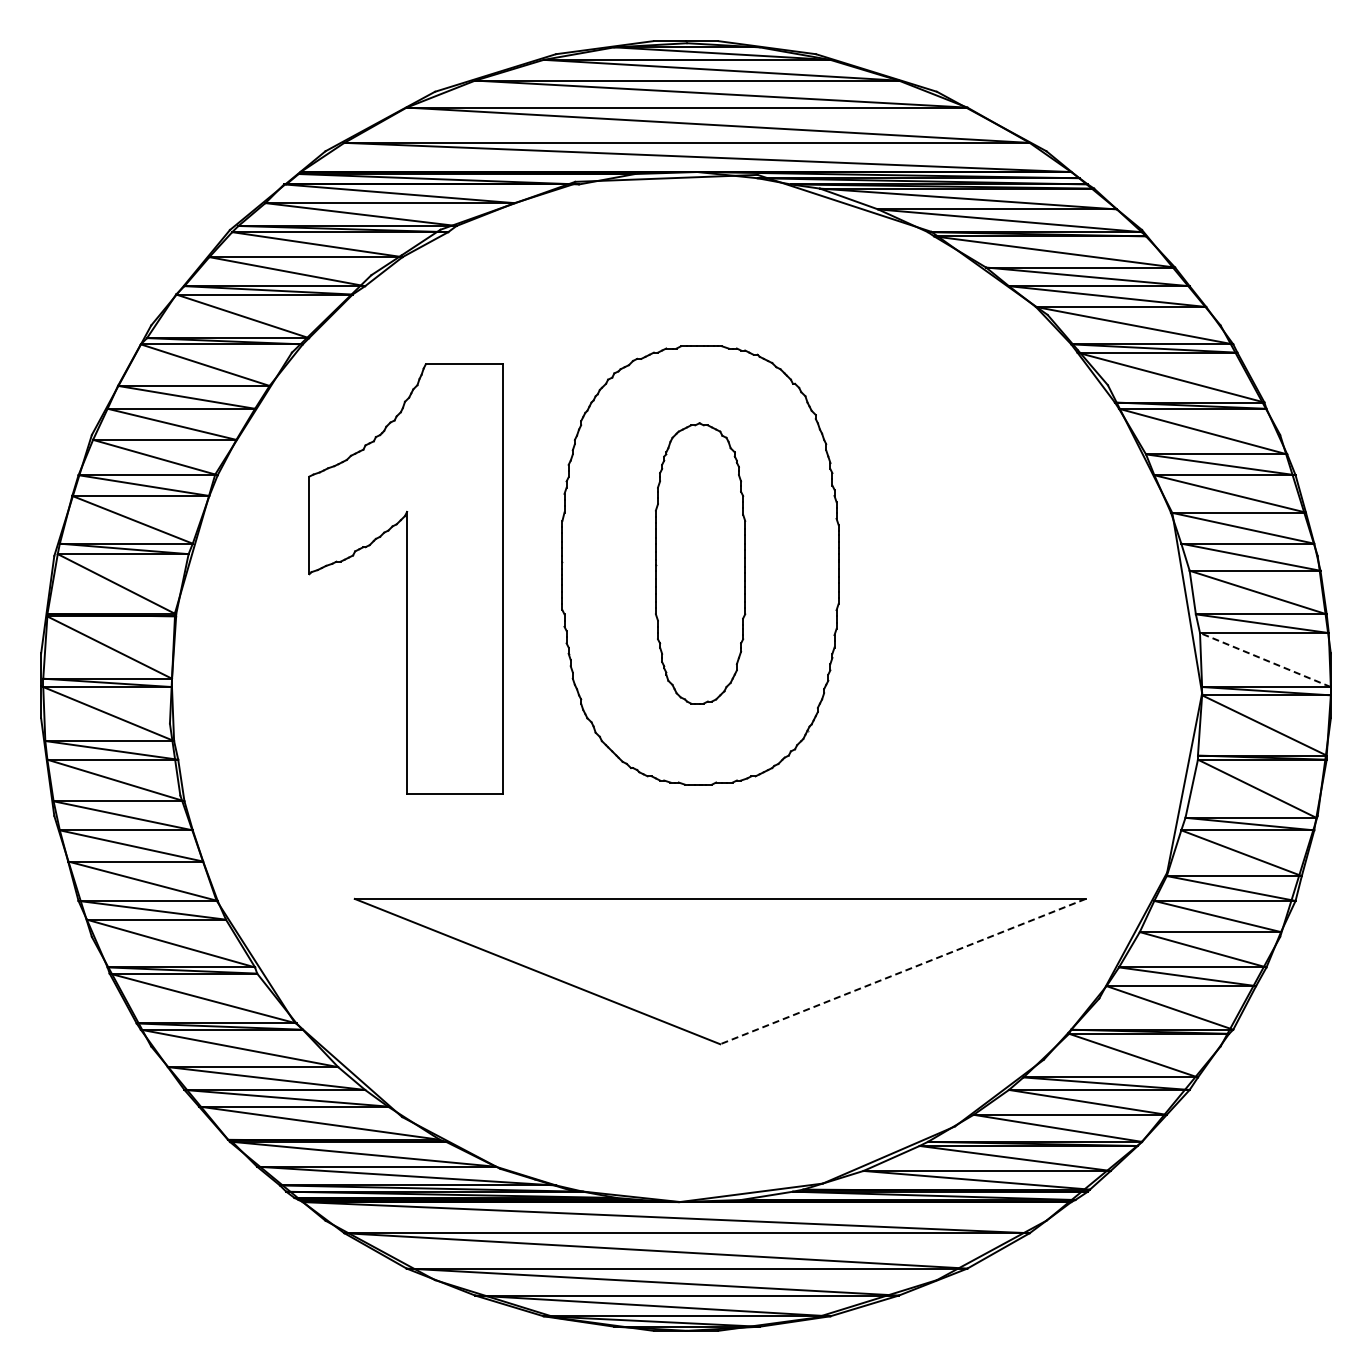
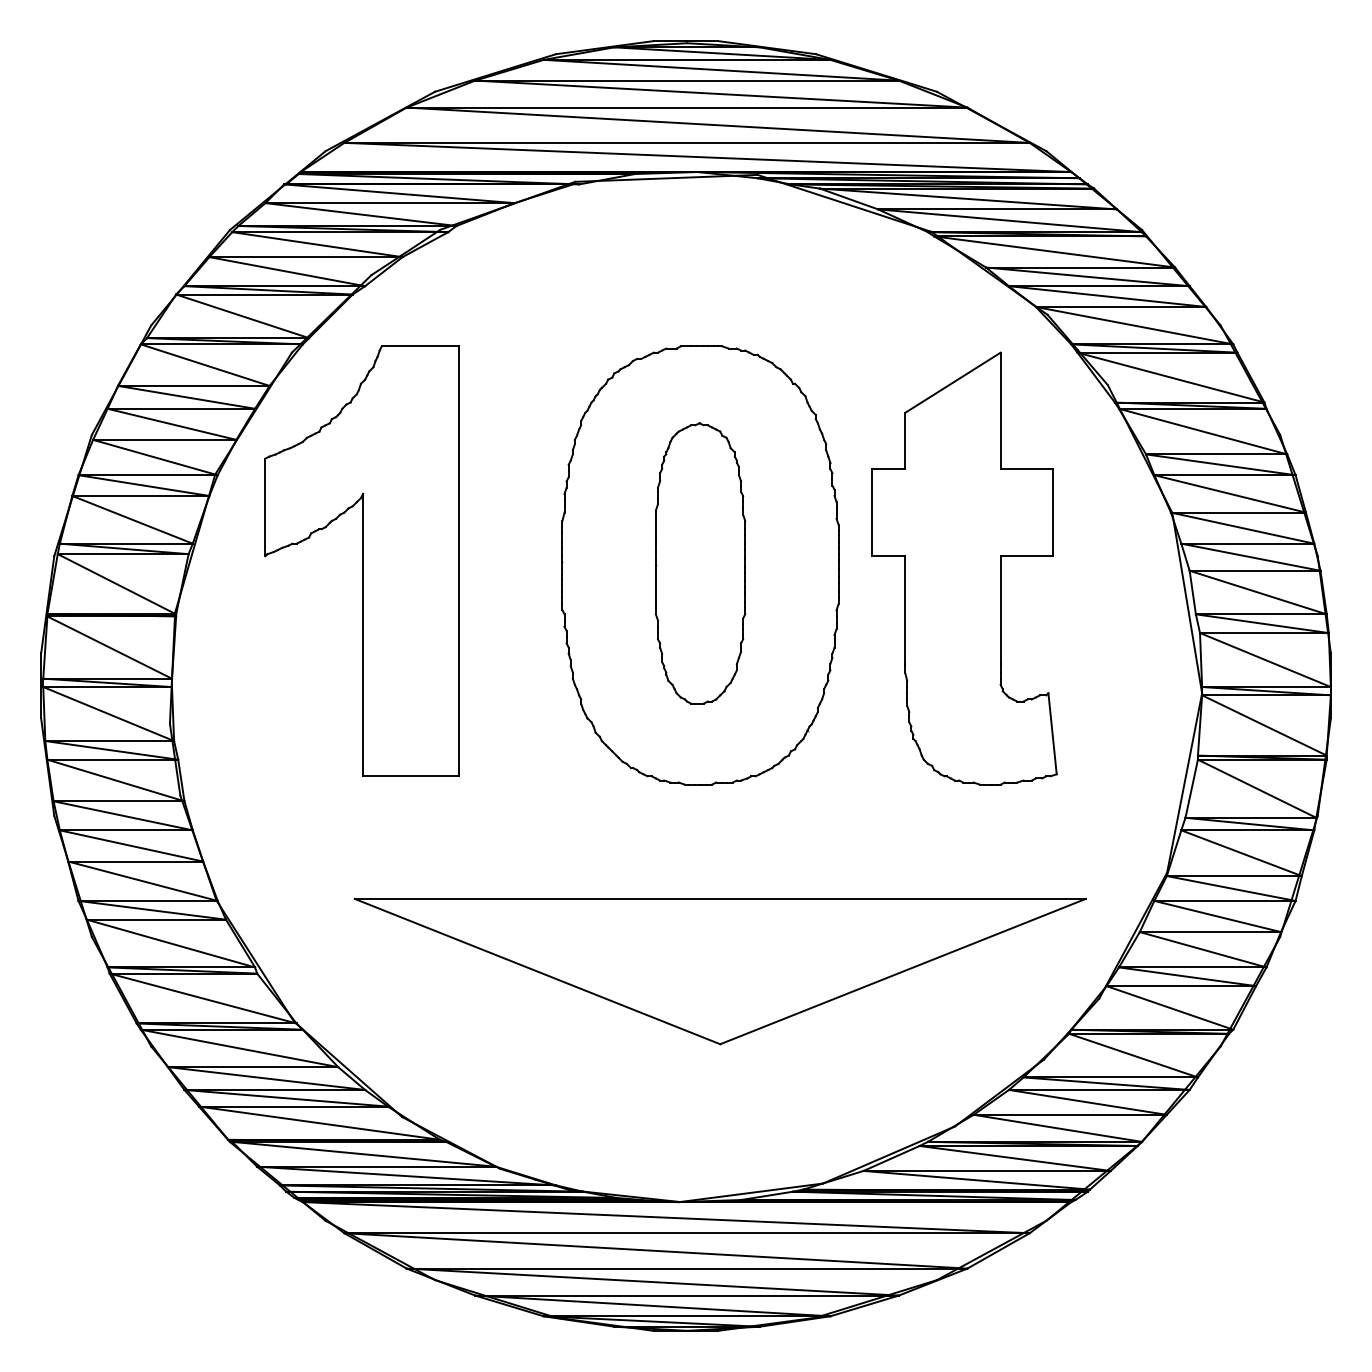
part at (964, 568): none -> present
part at (405, 578) position: (405, 578) -> (361, 560)
line at (1265, 660): dashed -> solid
line at (903, 971): dashed -> solid
